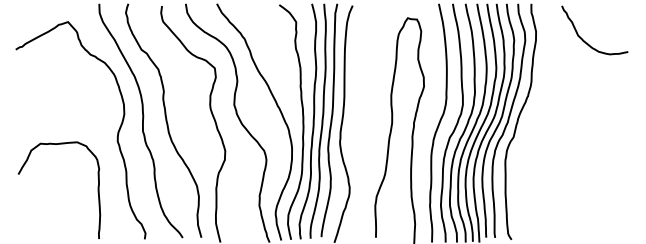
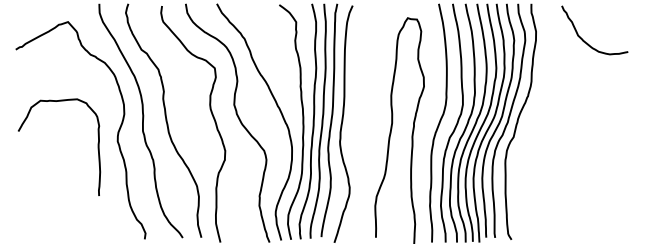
curve at (97, 189) position: (97, 189) -> (97, 146)
